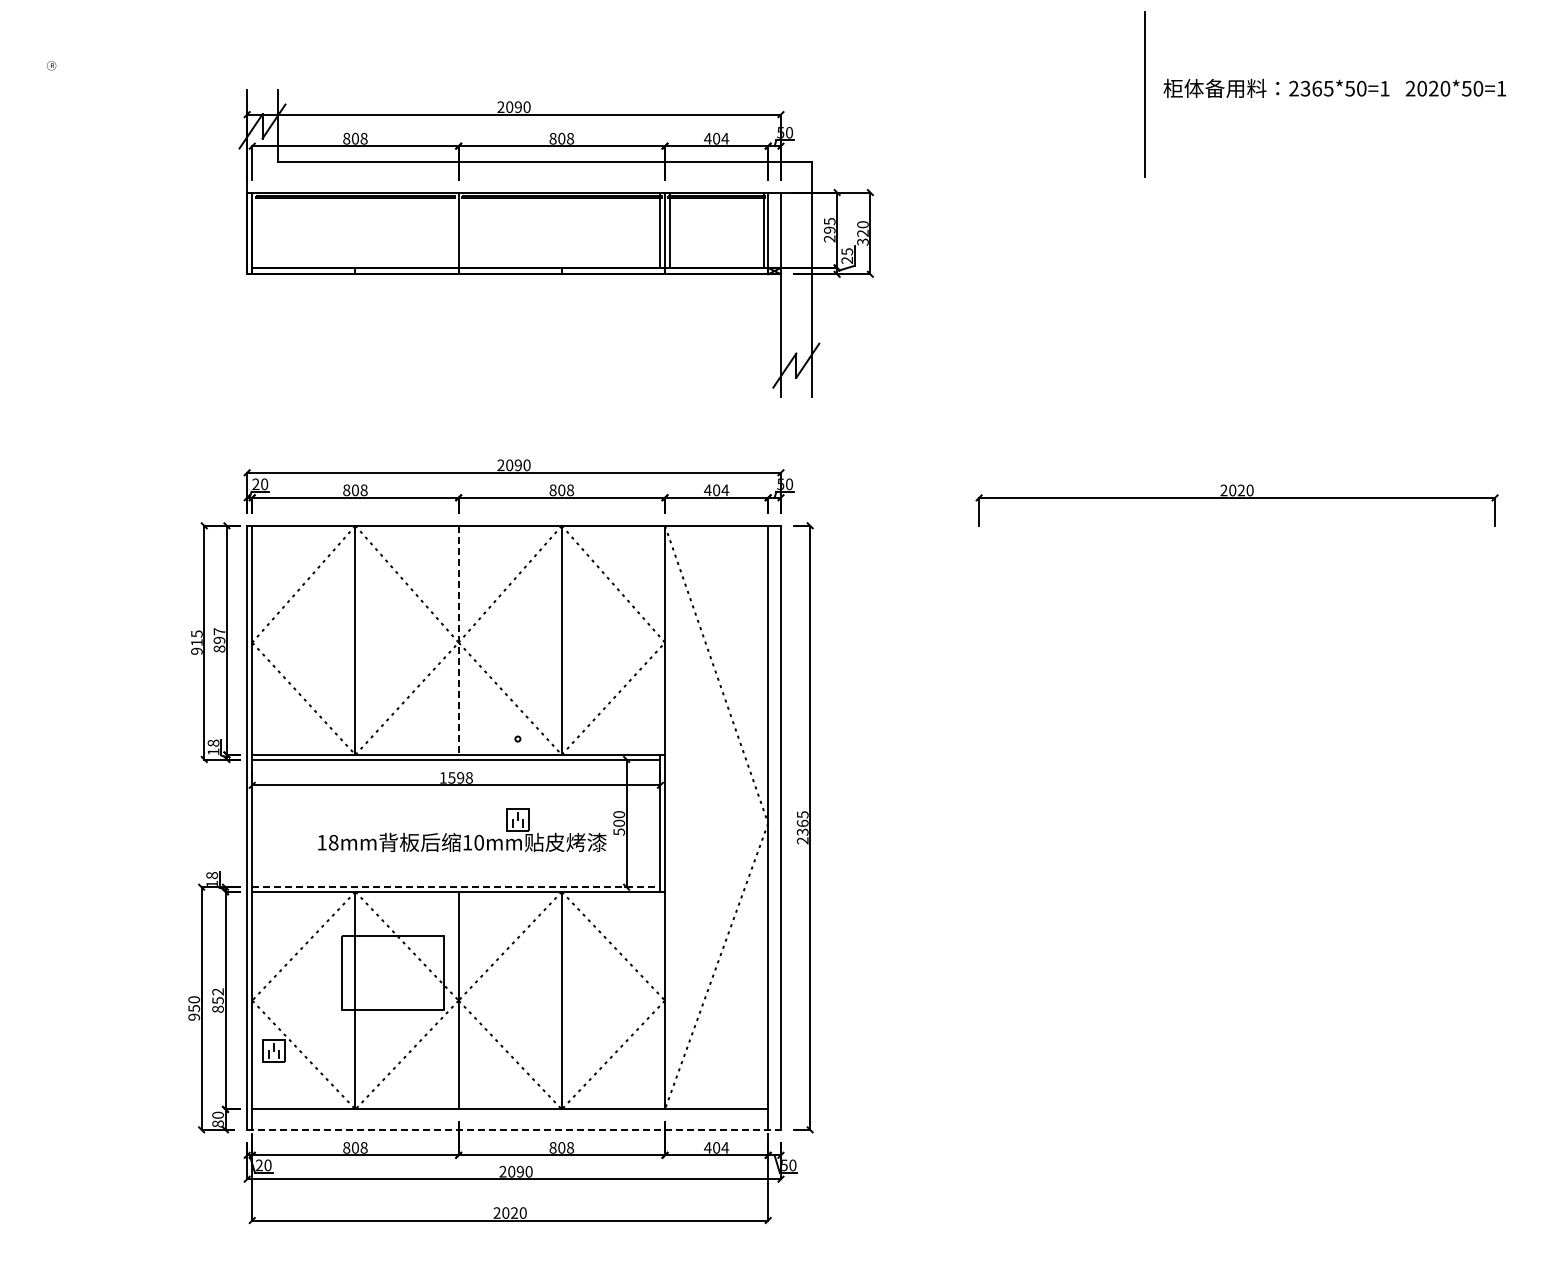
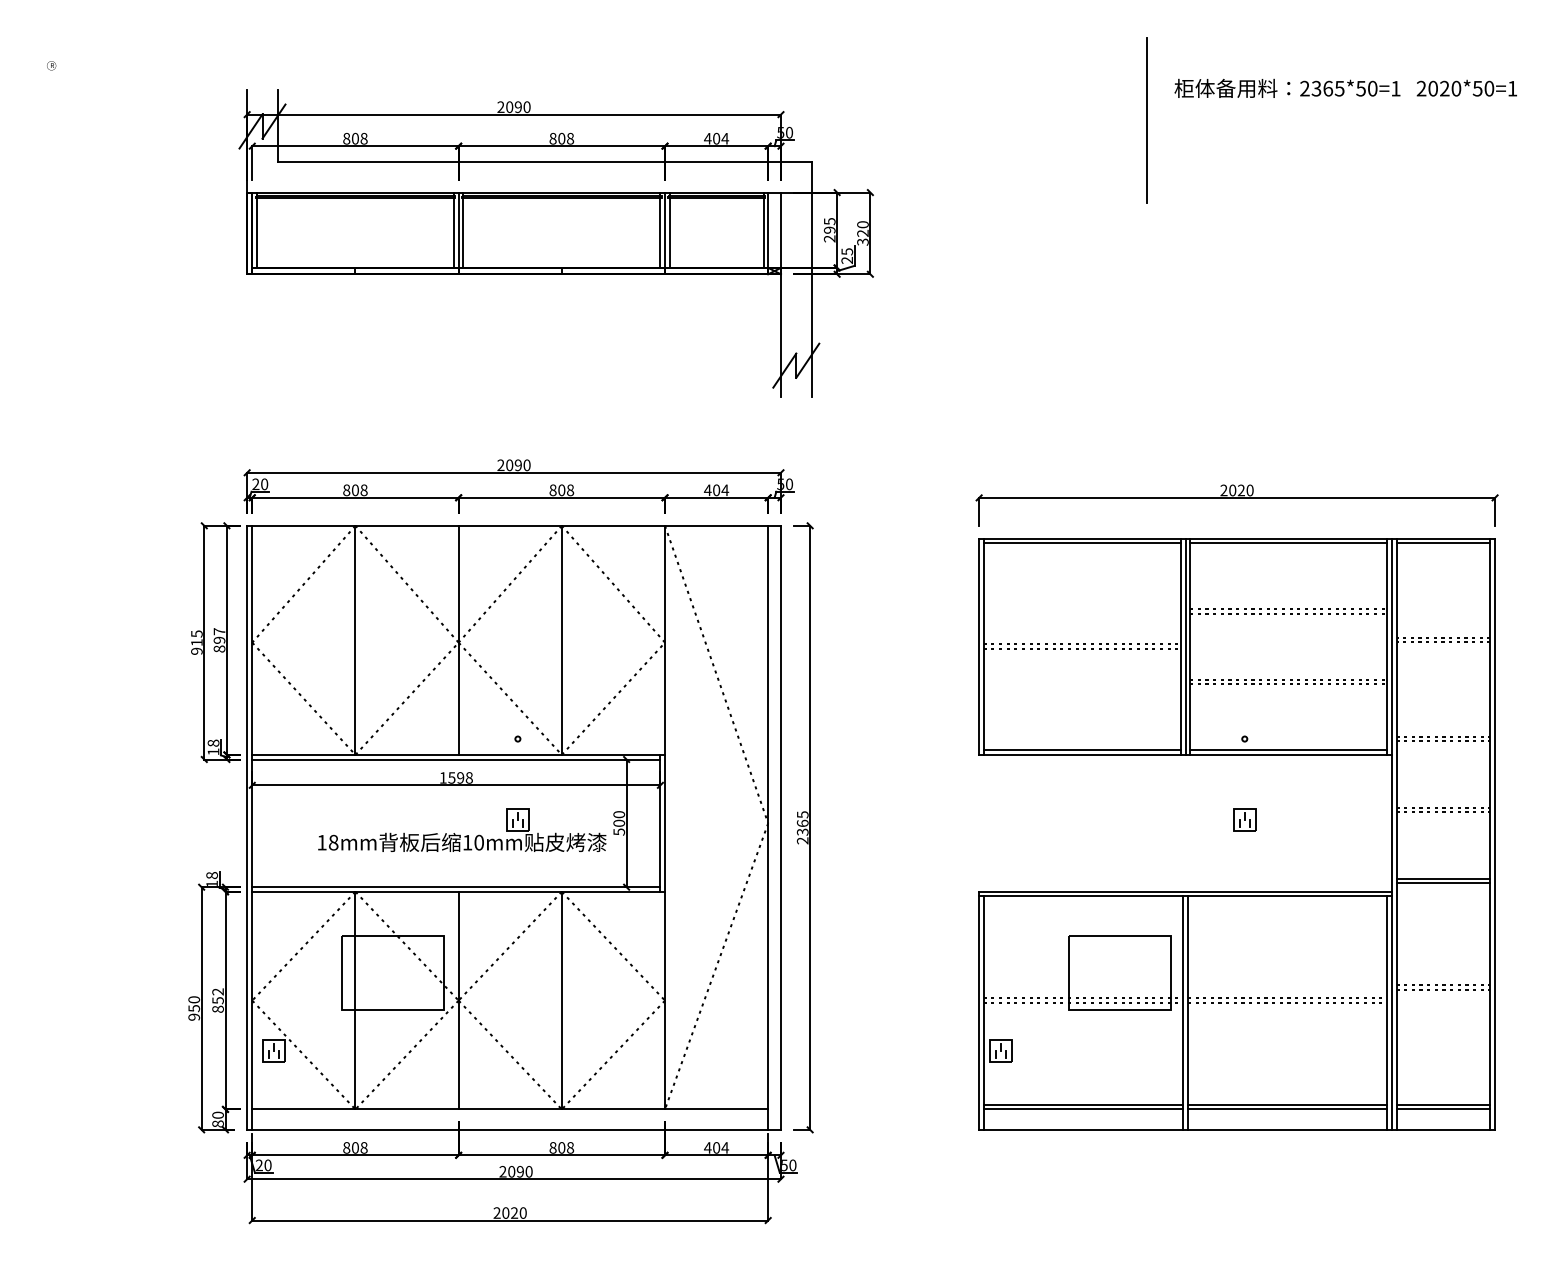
text at (1334, 87) position: (1334, 87) -> (1345, 87)
line at (1144, 94) position: (1144, 94) -> (1146, 120)
line at (256, 229): none -> present
line at (454, 229): none -> present
line at (463, 229): none -> present
line at (458, 640): dashed -> solid
part at (1236, 834): none -> present
line at (456, 887): dashed -> solid
line at (514, 1129): dashed -> solid
